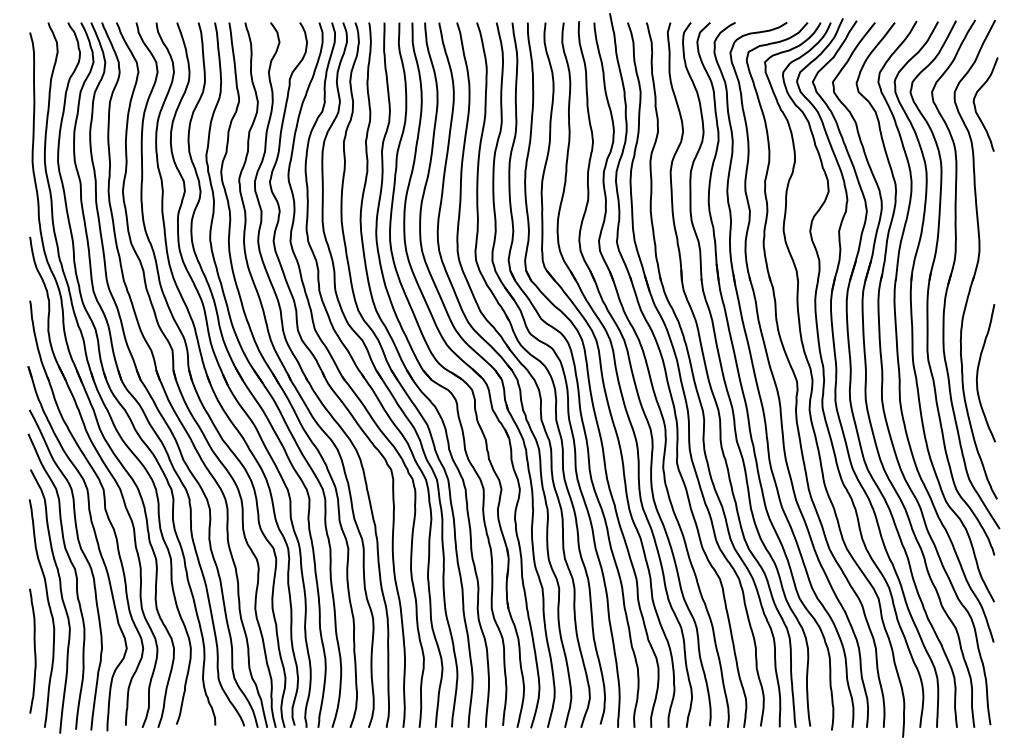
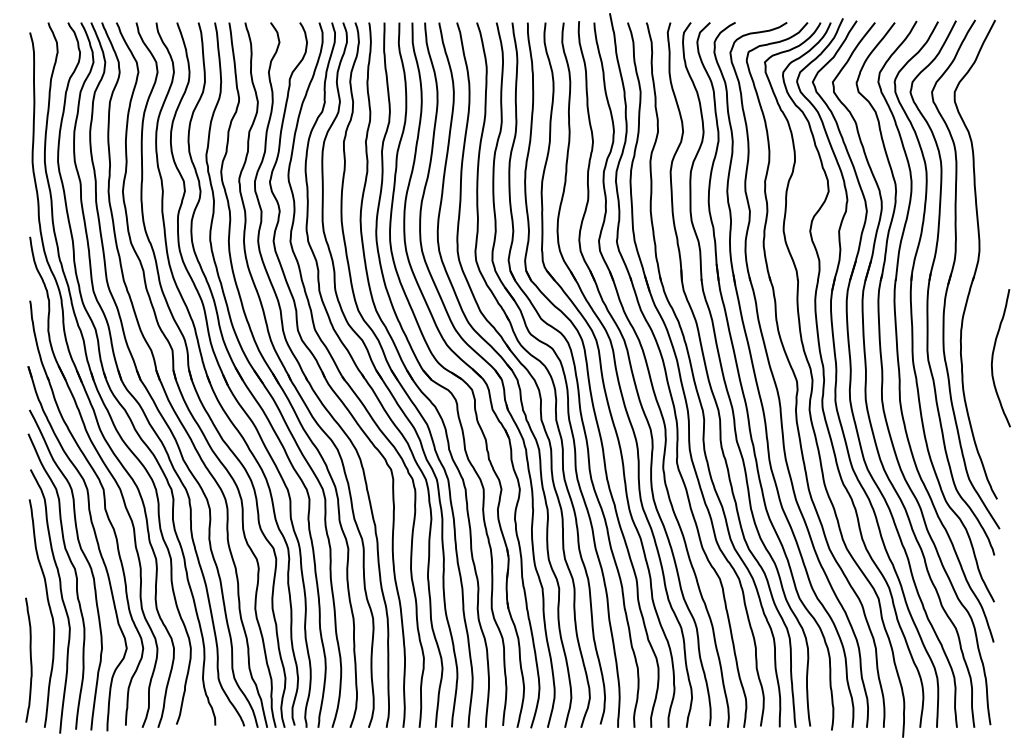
curve at (976, 108): present -> none
curve at (978, 373) position: (978, 373) -> (993, 358)
curve at (34, 650) position: (34, 650) -> (30, 659)
